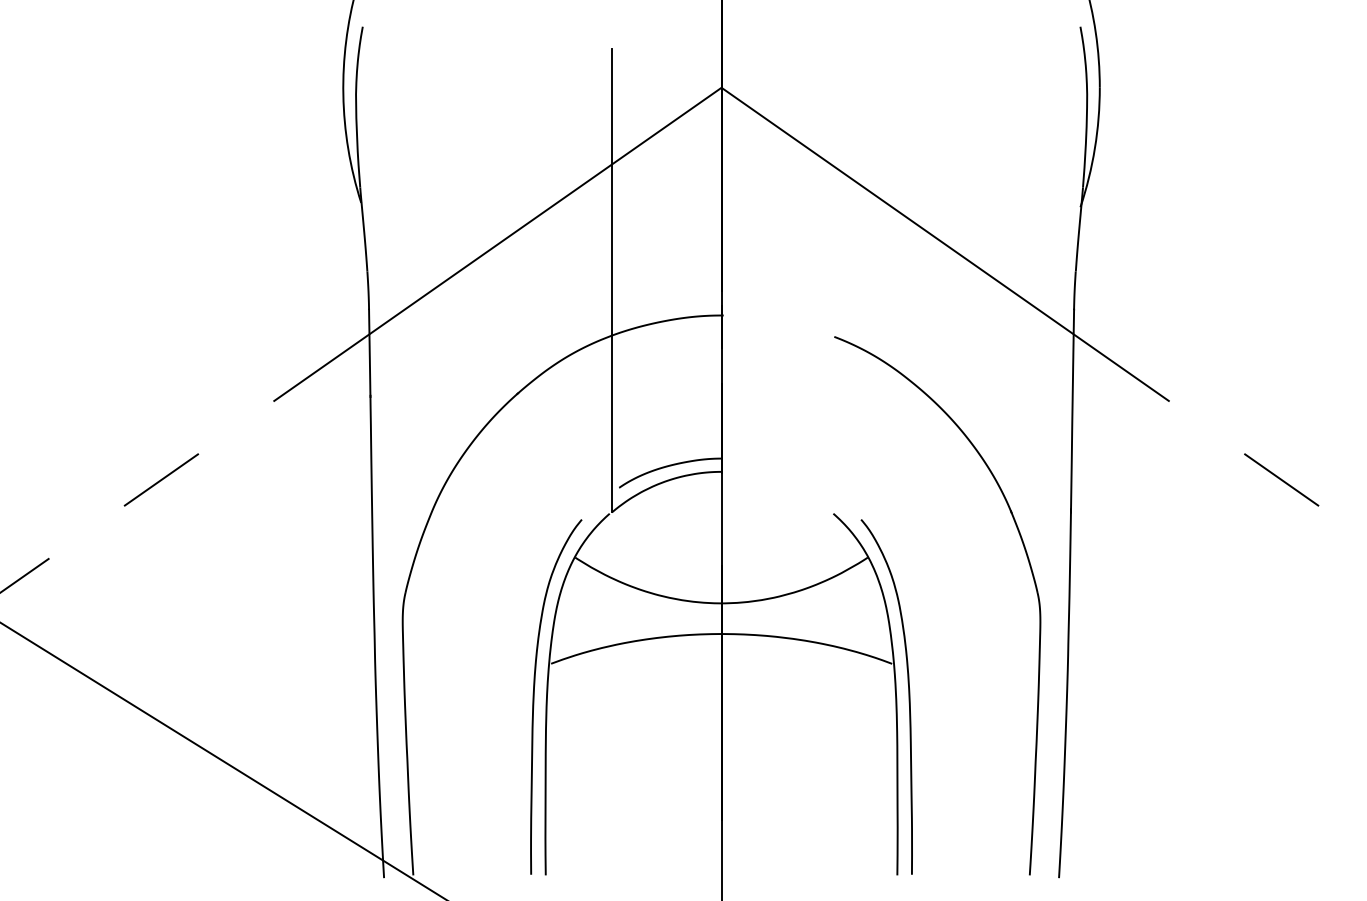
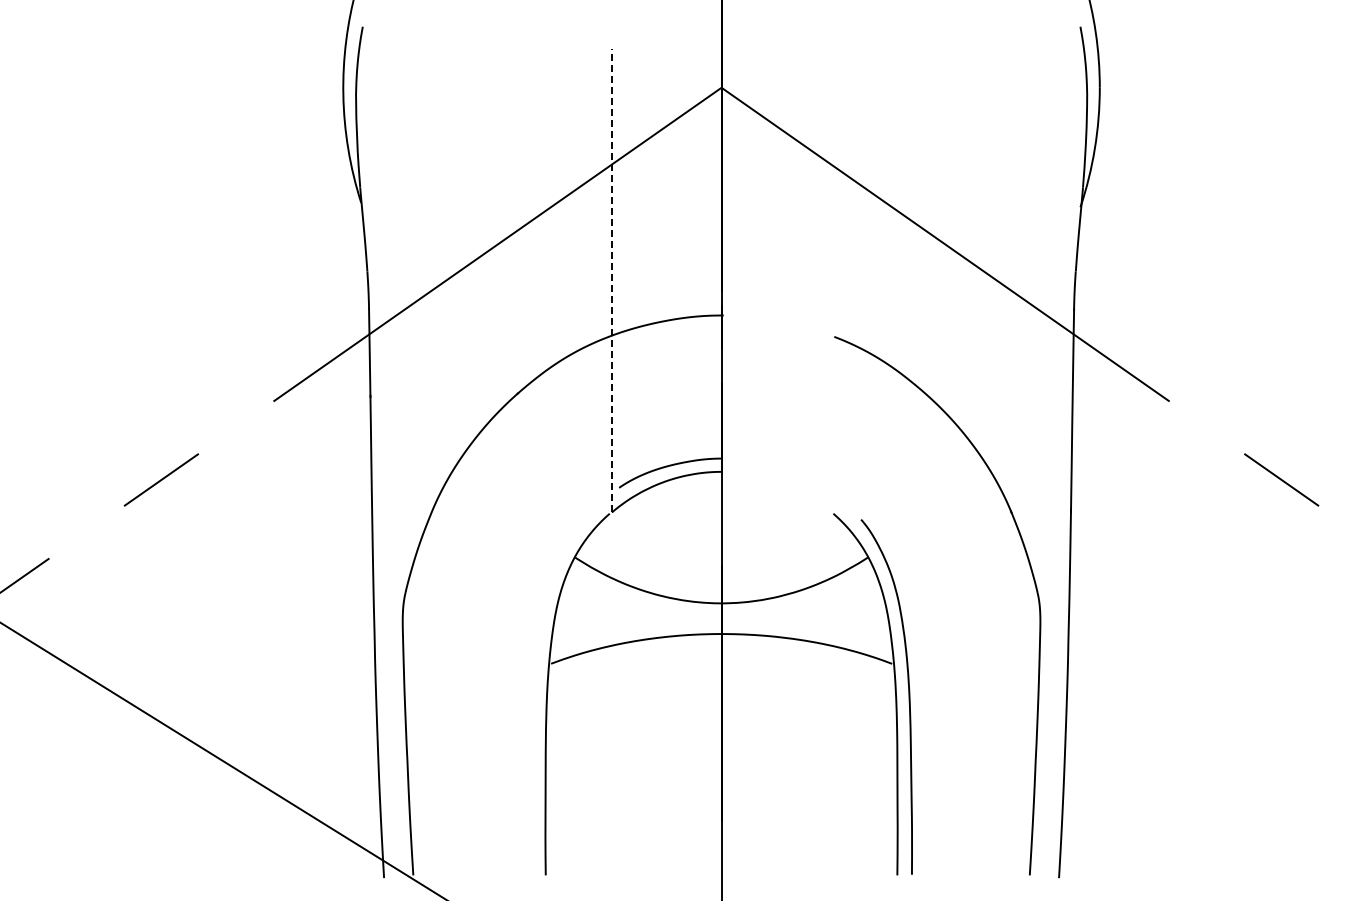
line at (612, 280): solid -> dashed
curve at (534, 696): present -> none
